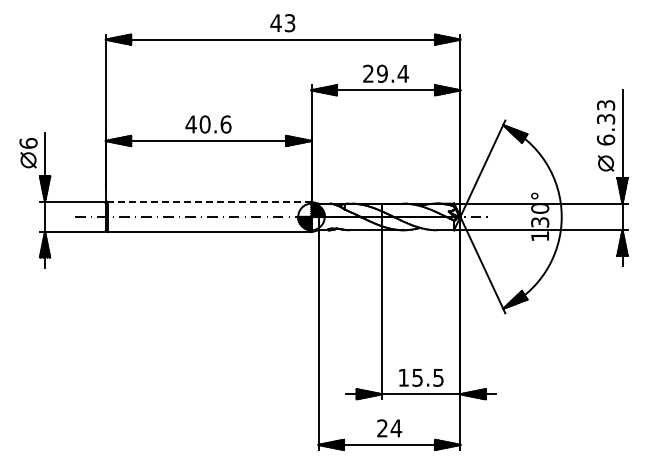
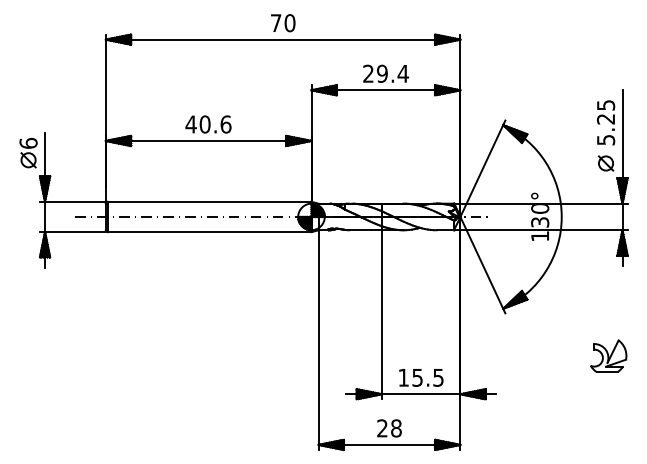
text at (282, 23): 43 -> 70
text at (606, 122): 6.33 -> 5.25
line at (209, 201): dashed -> solid
part at (608, 355): none -> present
text at (396, 428): 24 -> 28
